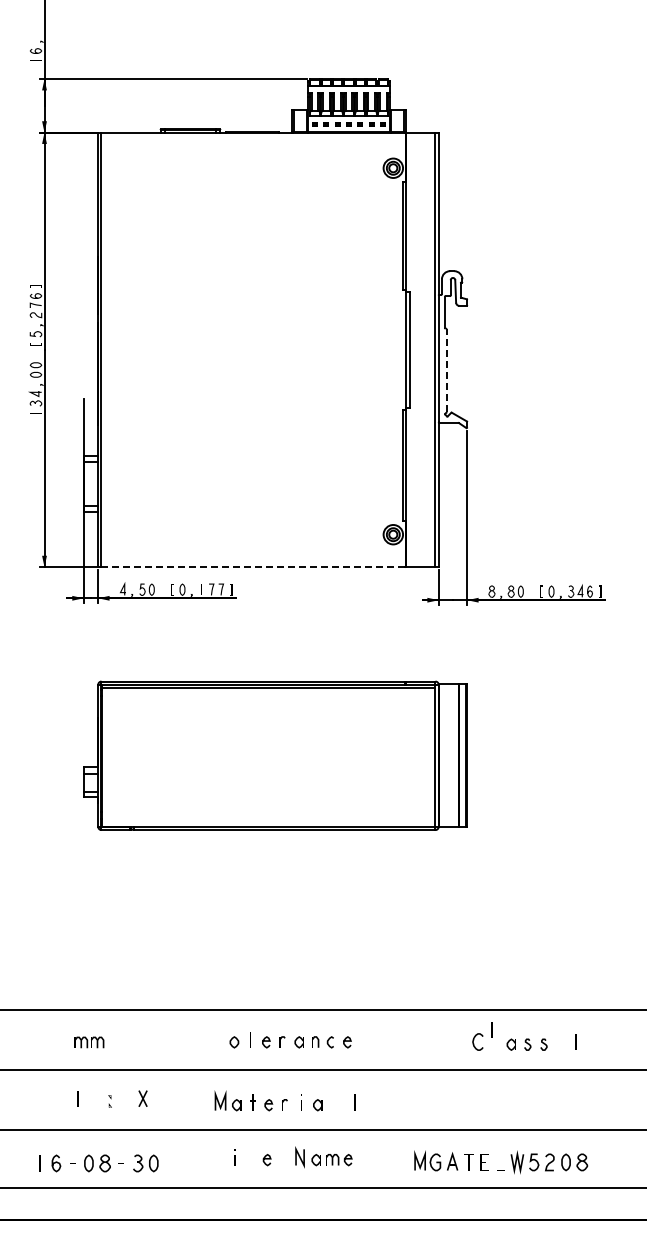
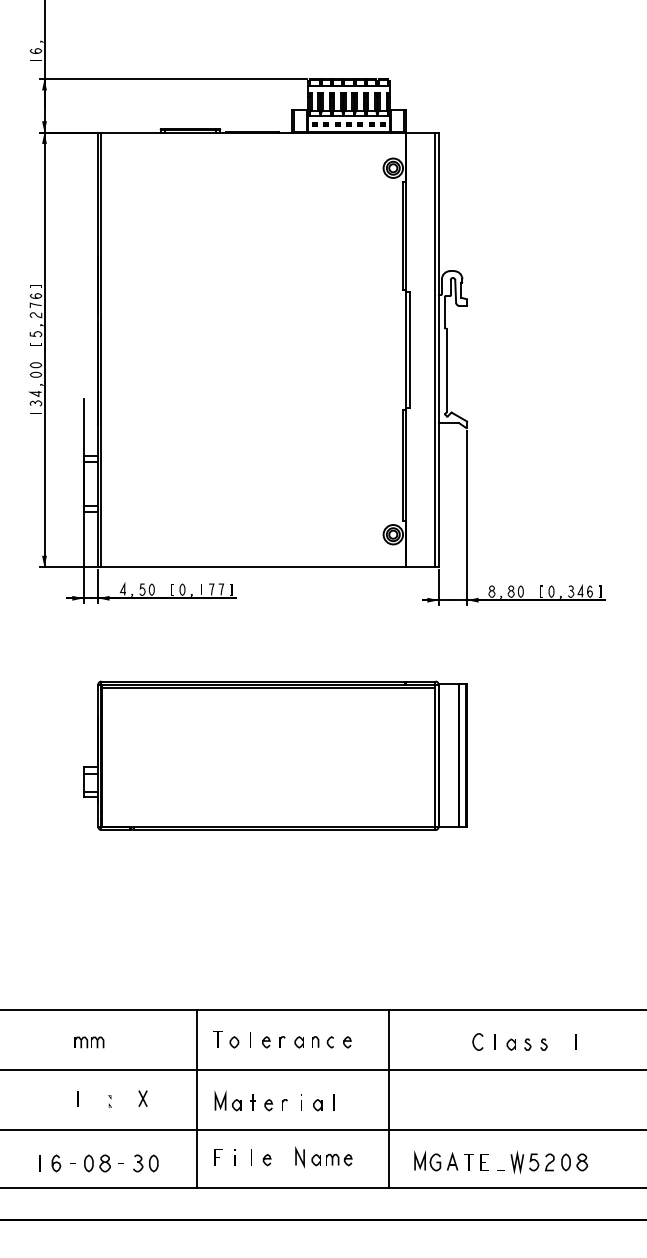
line at (446, 370): dashed -> solid
line at (253, 567): dashed -> solid
line at (491, 1029) position: (491, 1029) -> (494, 1041)
part at (217, 1039): none -> present
line at (196, 1098): none -> present
line at (389, 1098): none -> present
line at (354, 1102) position: (354, 1102) -> (333, 1102)
part at (218, 1157): none -> present
line at (251, 1157): none -> present
